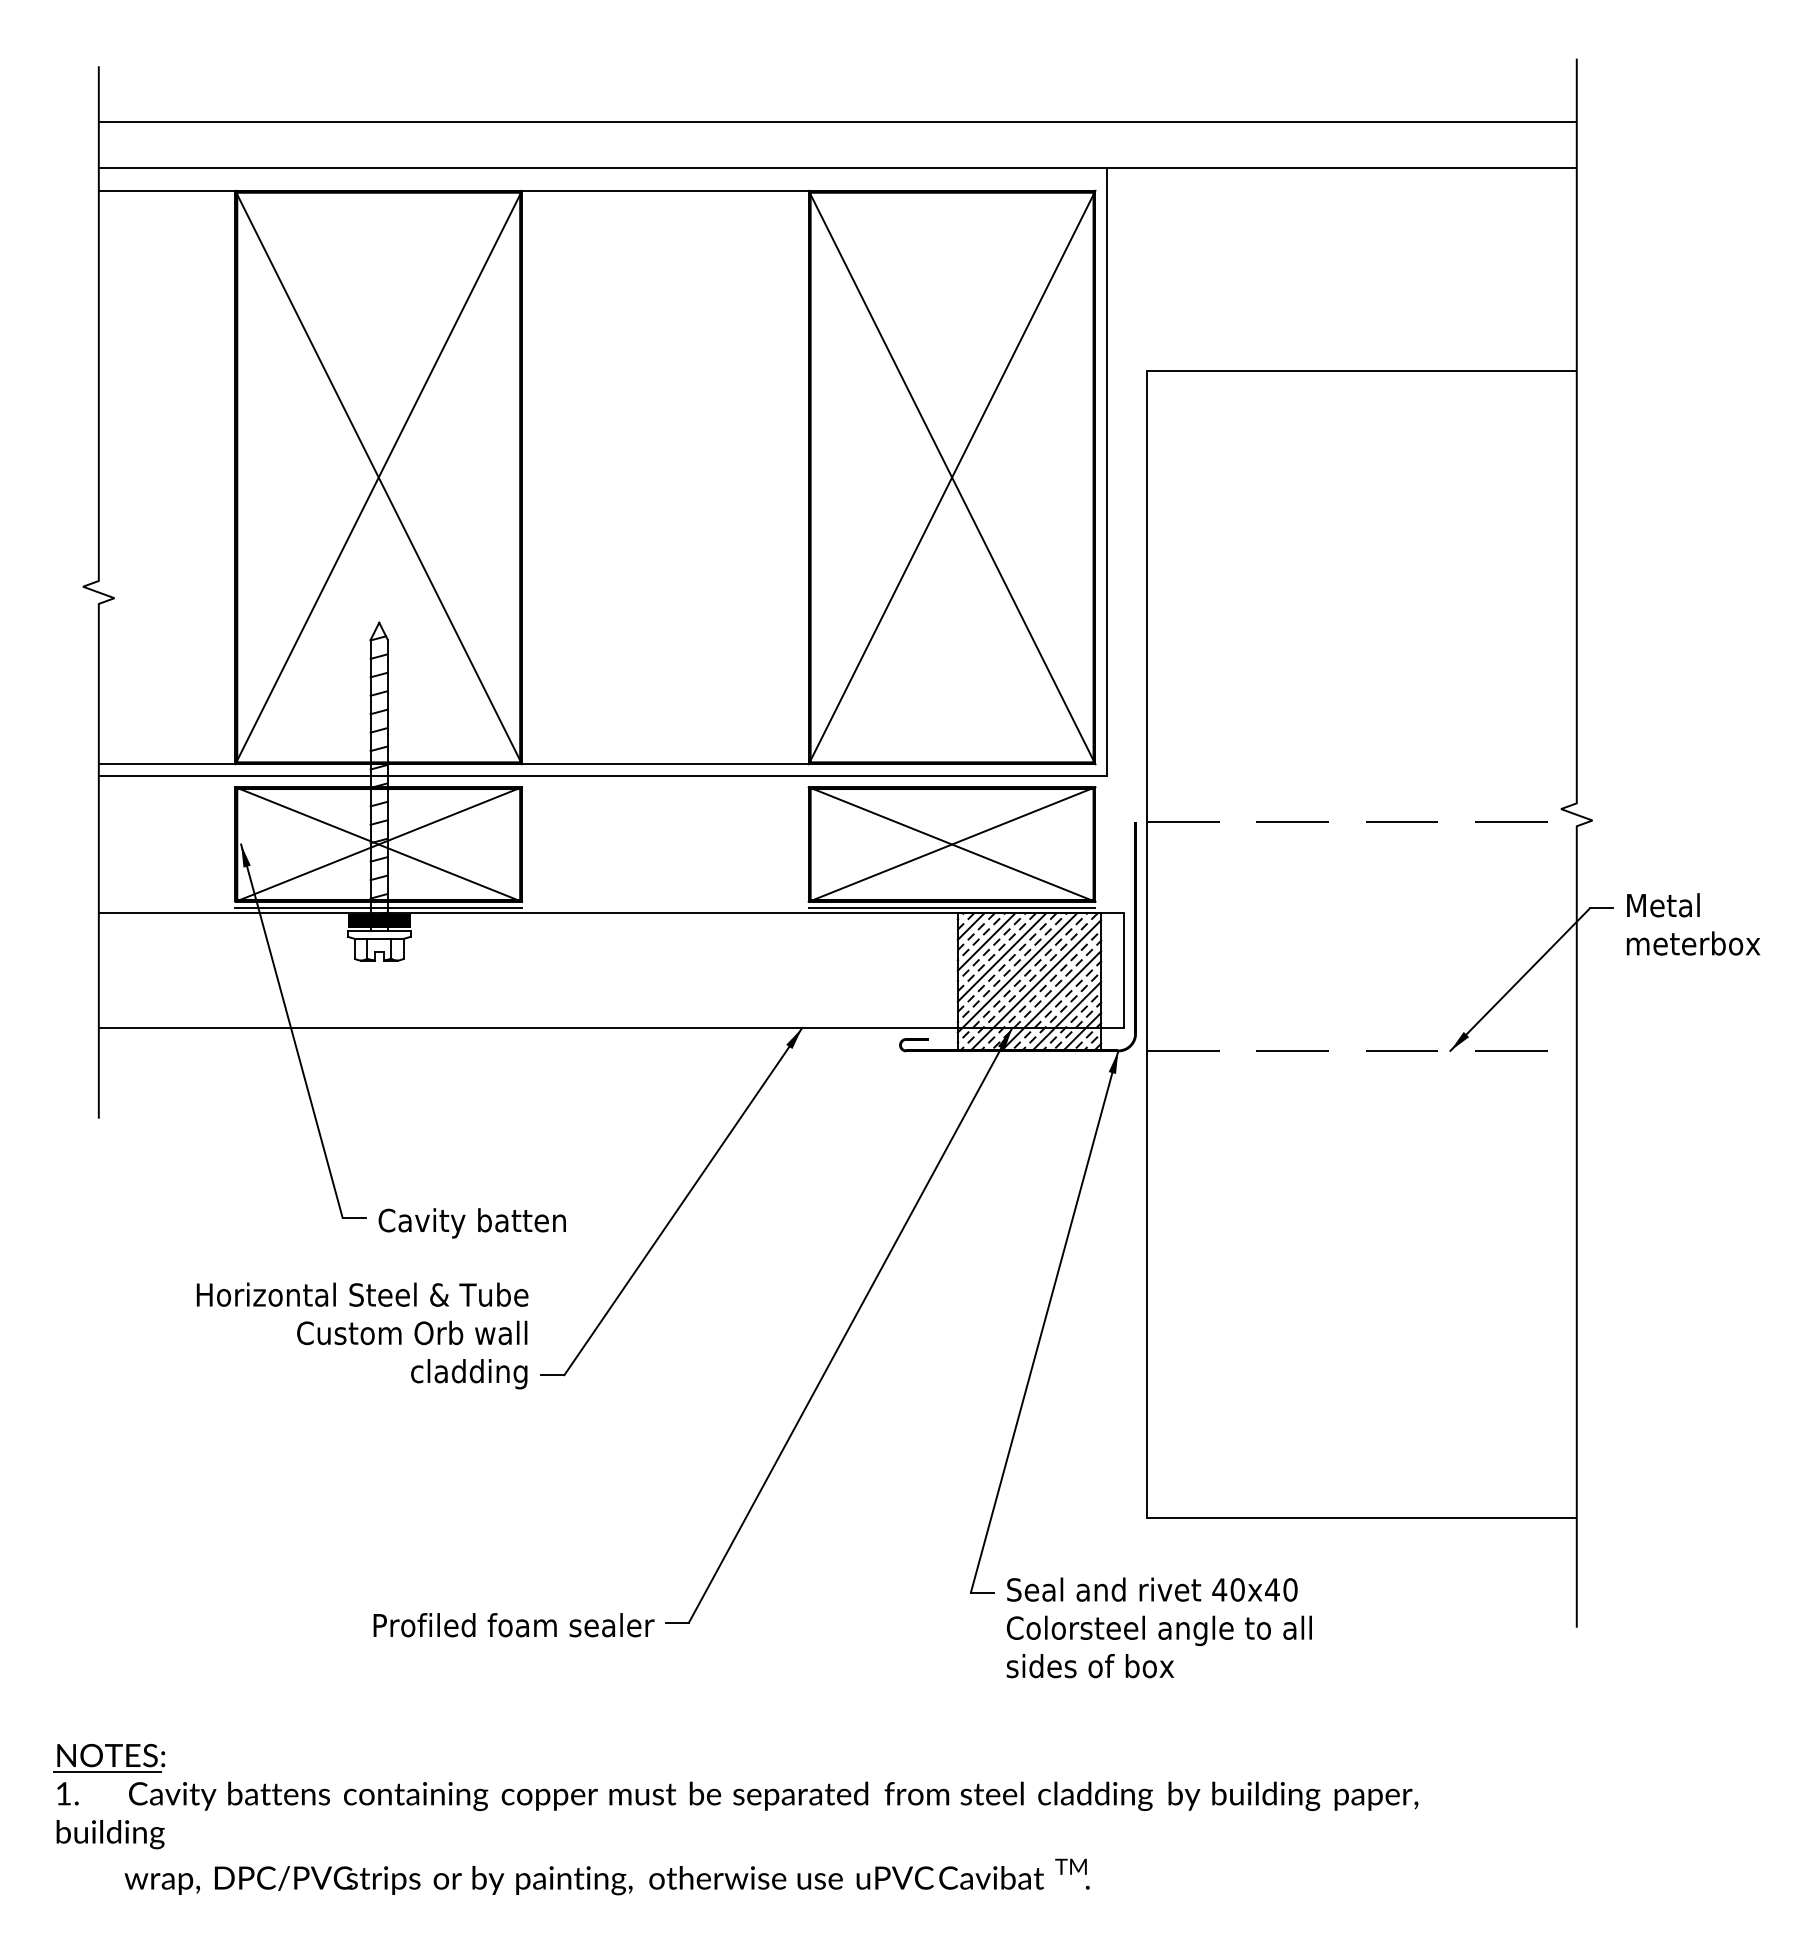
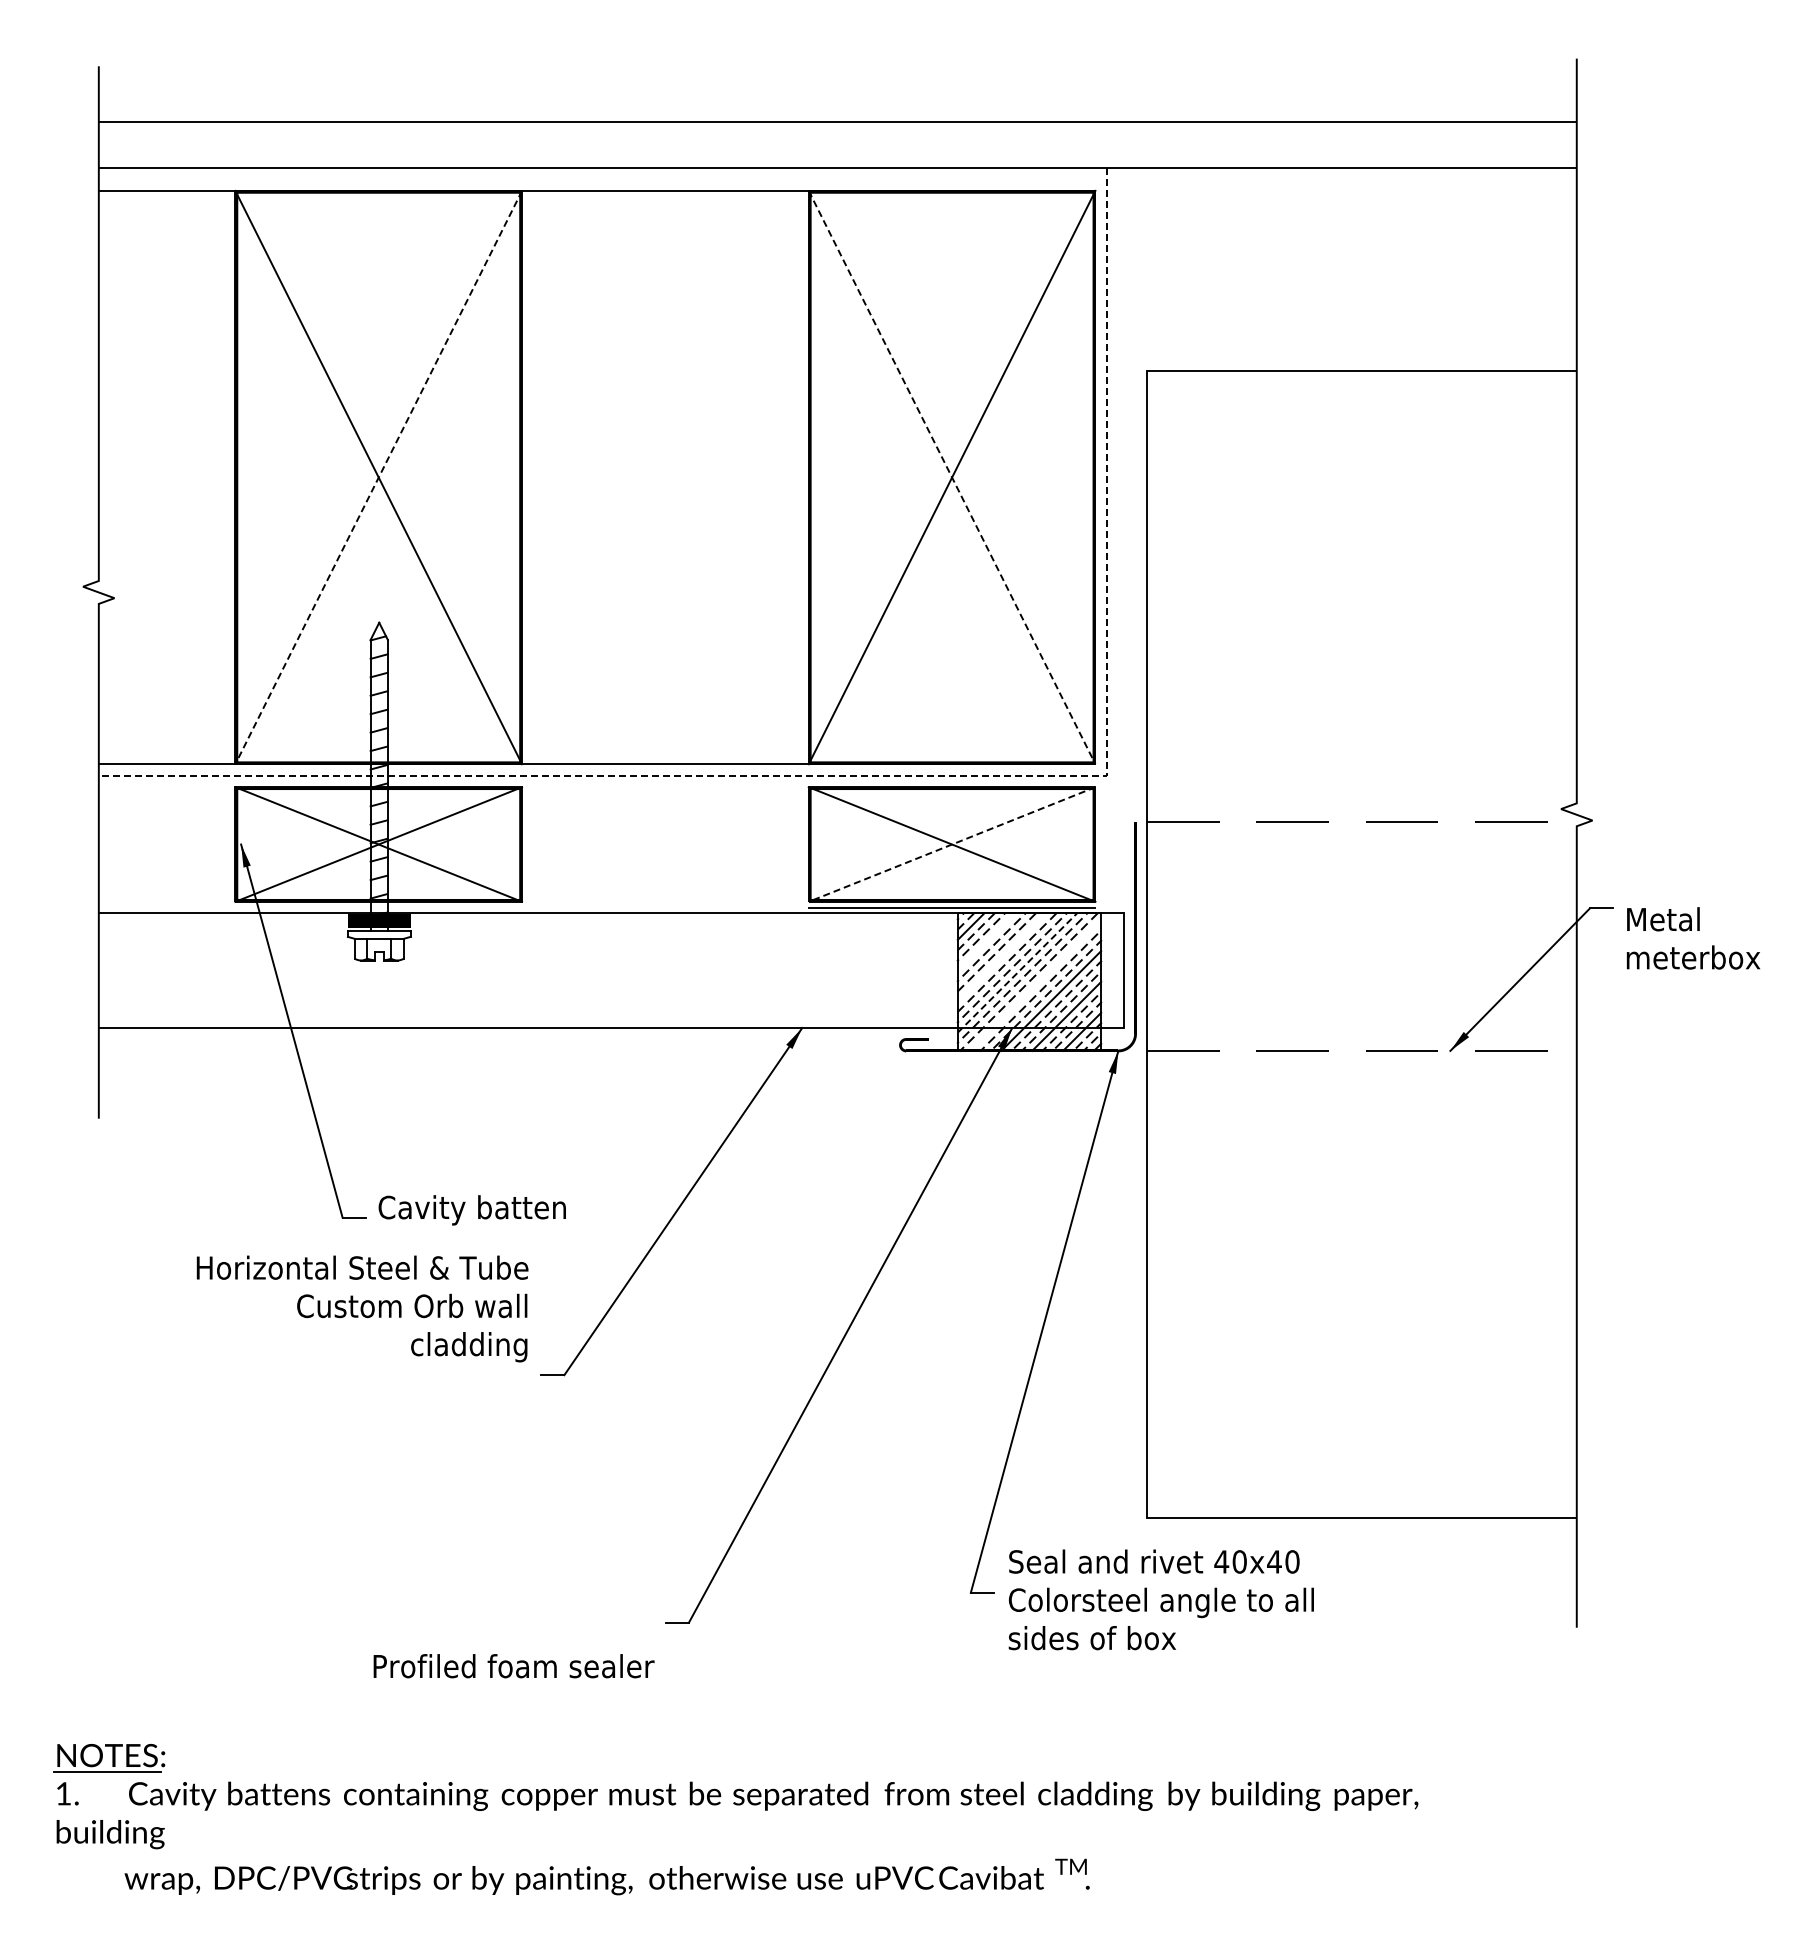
line at (378, 477): solid -> dashed
line at (952, 477): solid -> dashed
line at (907, 775): solid -> dashed
line at (951, 844): solid -> dashed
line at (378, 907): present -> none
text at (1693, 924) position: (1693, 924) -> (1693, 938)
line at (986, 941): present -> none
line at (1001, 957): present -> none
line at (1017, 972): solid -> dashed
line at (1035, 985): present -> none
text at (471, 1223) position: (471, 1223) -> (471, 1210)
text at (362, 1335) position: (362, 1335) -> (362, 1308)
text at (513, 1625) position: (513, 1625) -> (513, 1666)
text at (1158, 1627) position: (1158, 1627) -> (1160, 1599)
